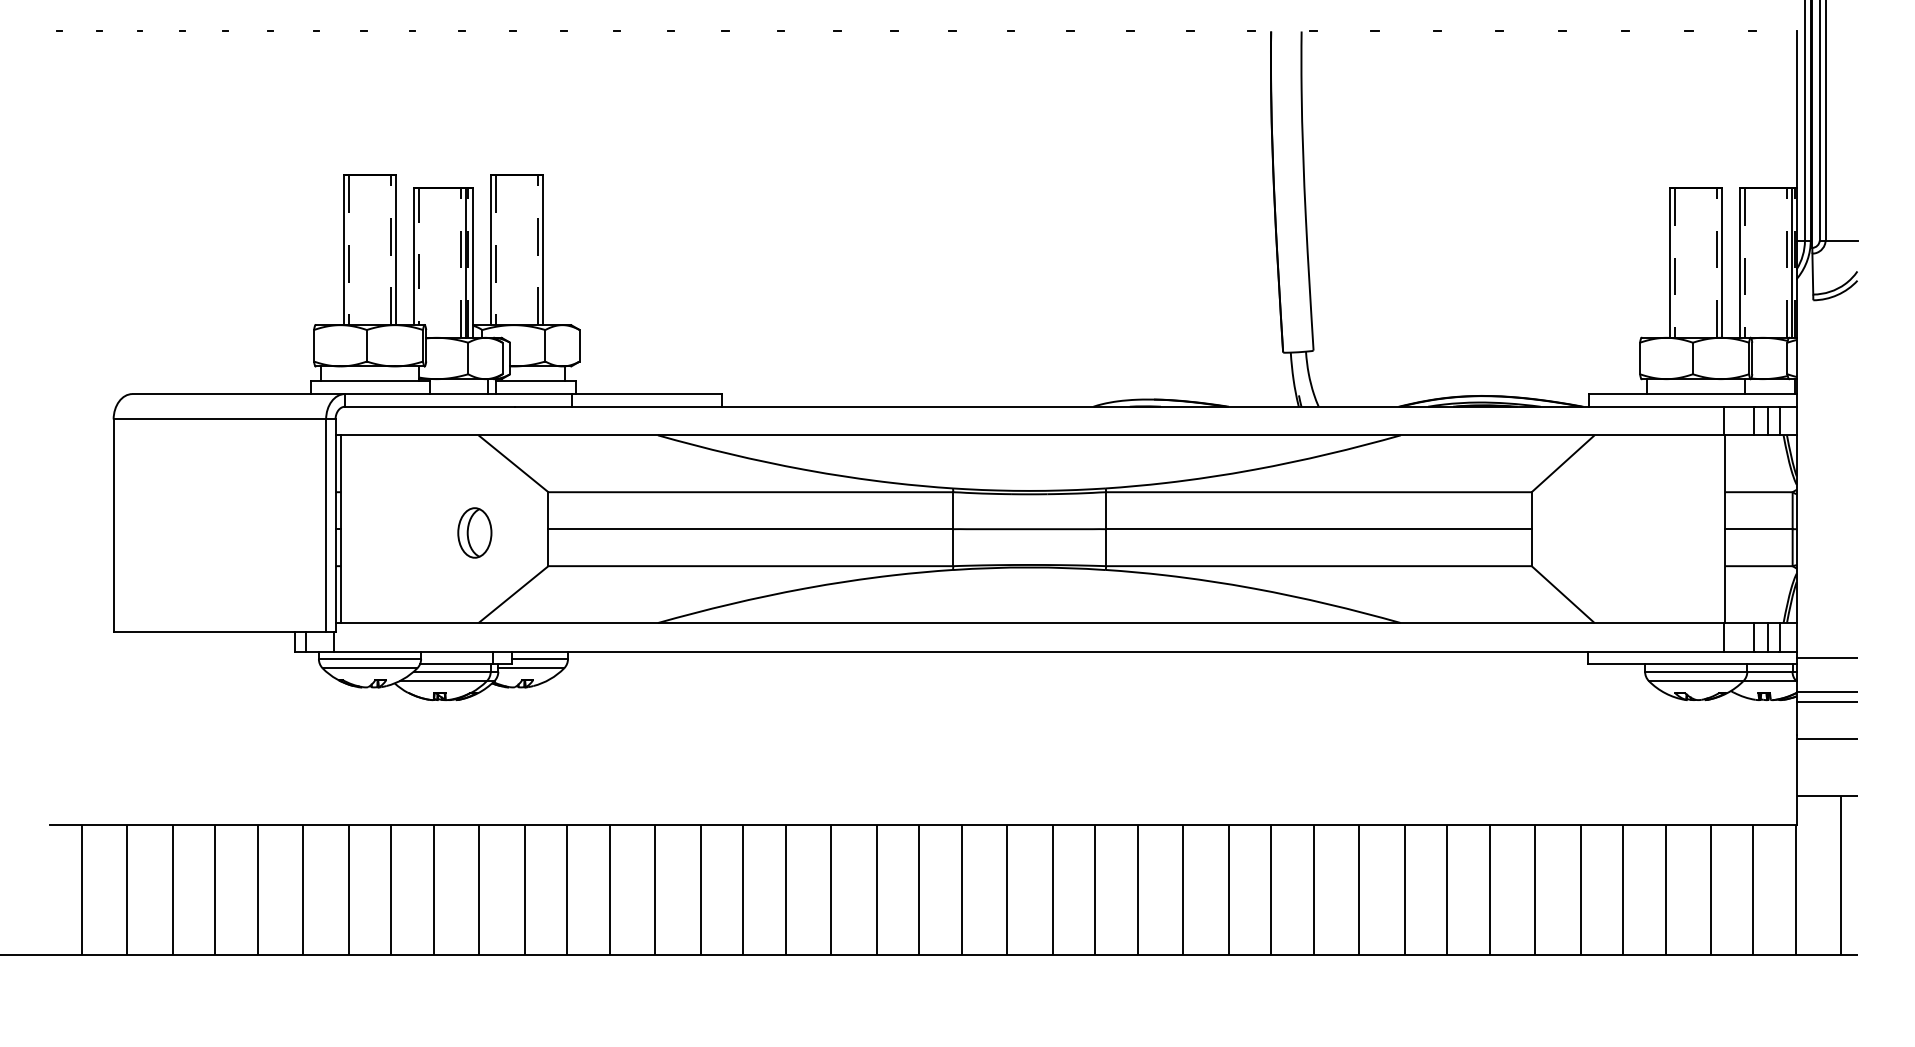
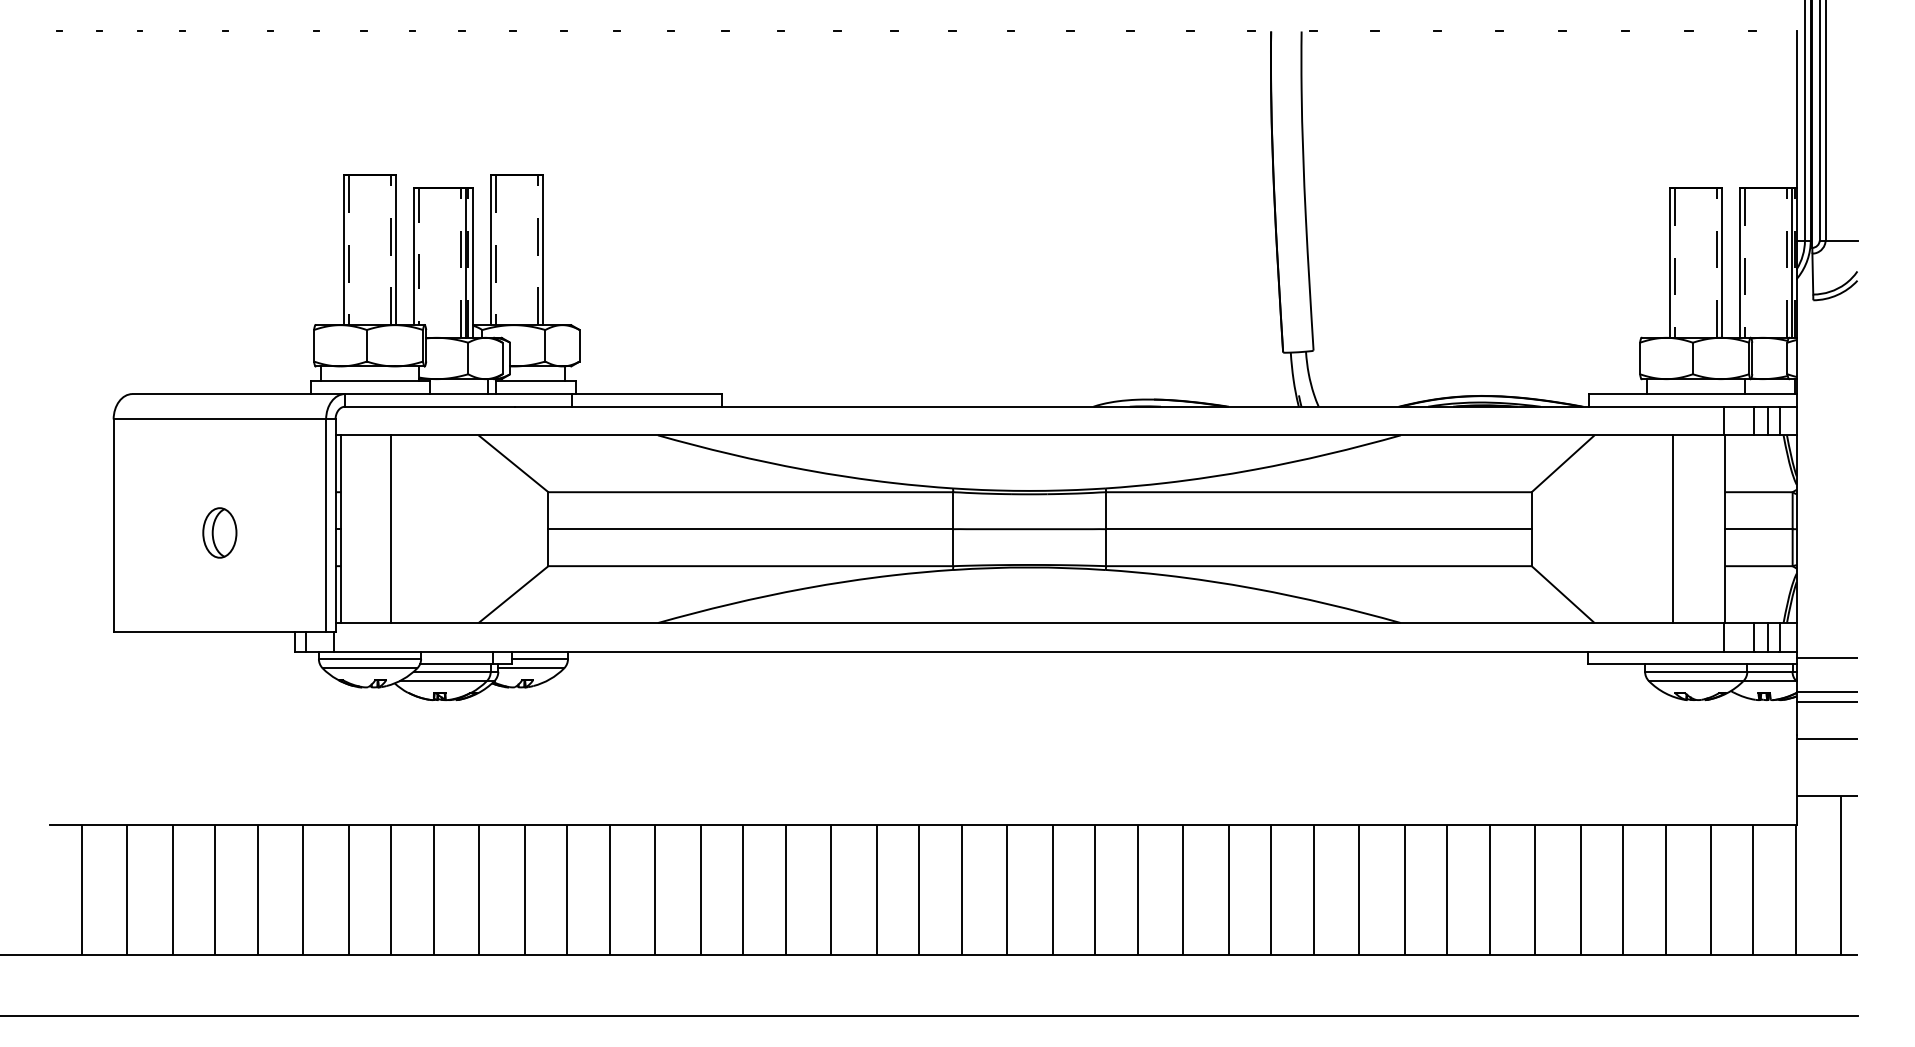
line at (391, 529): none -> present
line at (1673, 529): none -> present
part at (474, 532) position: (474, 532) -> (219, 532)
line at (929, 1015): none -> present
